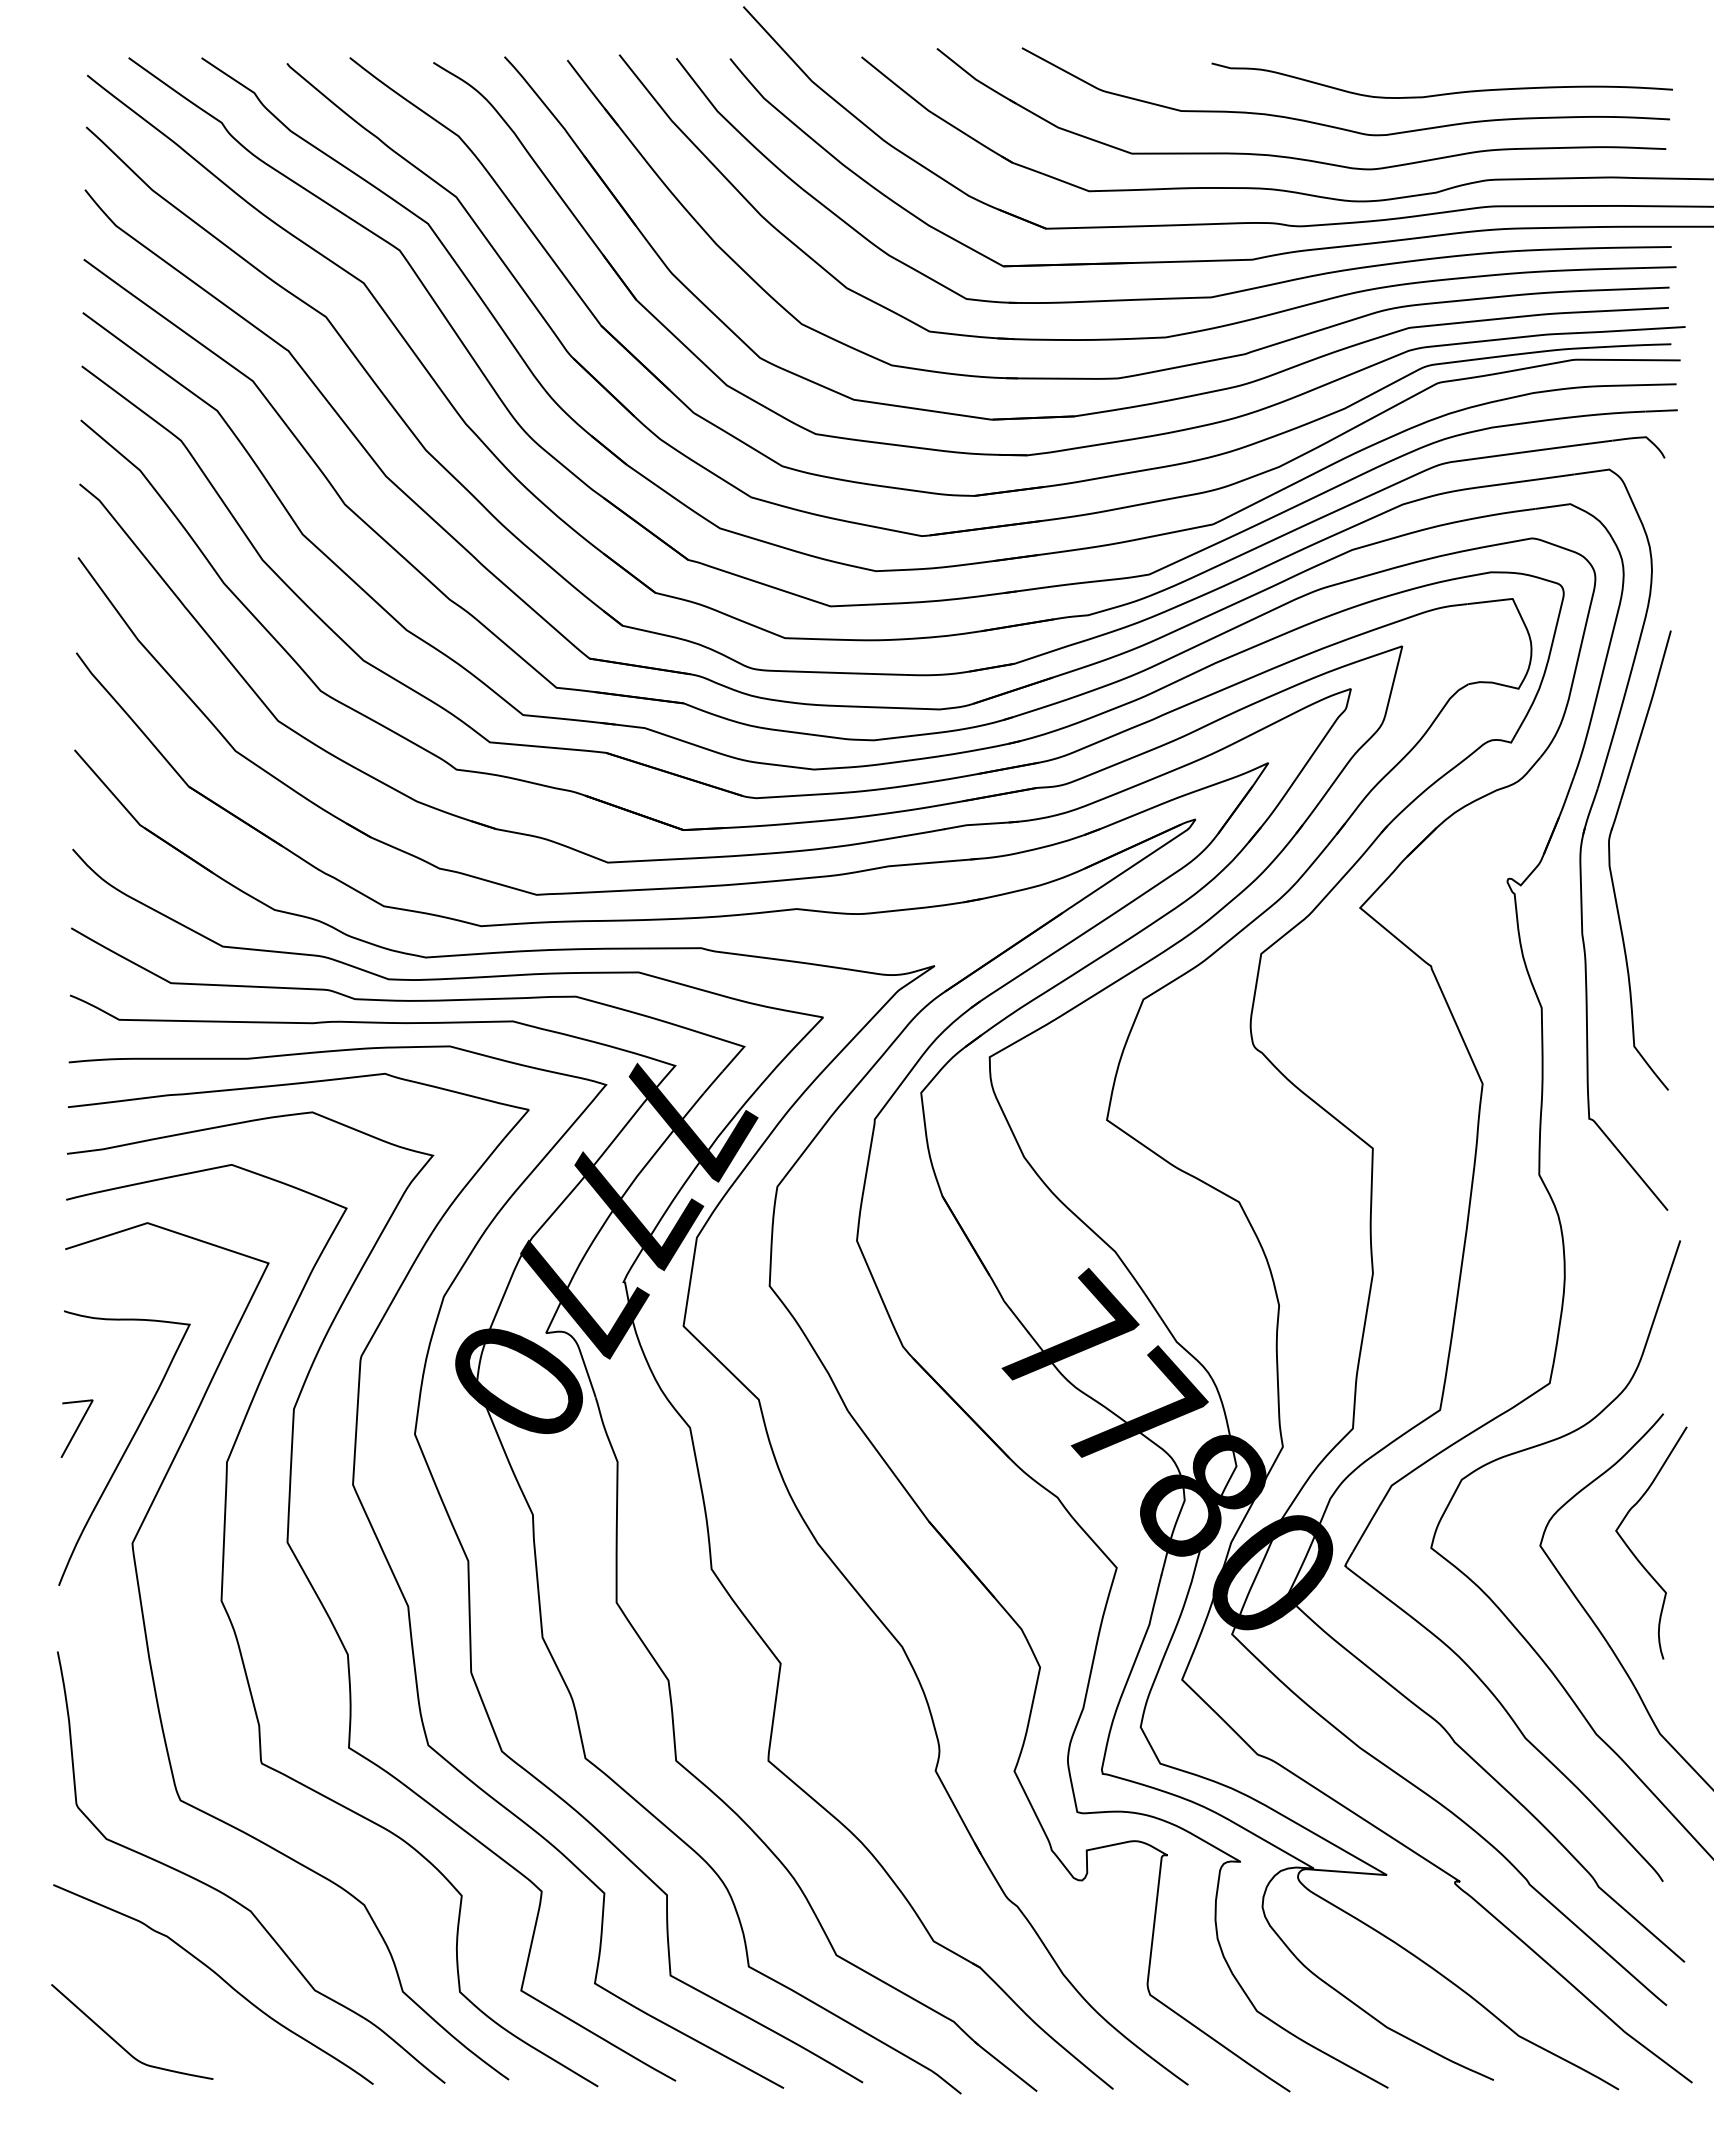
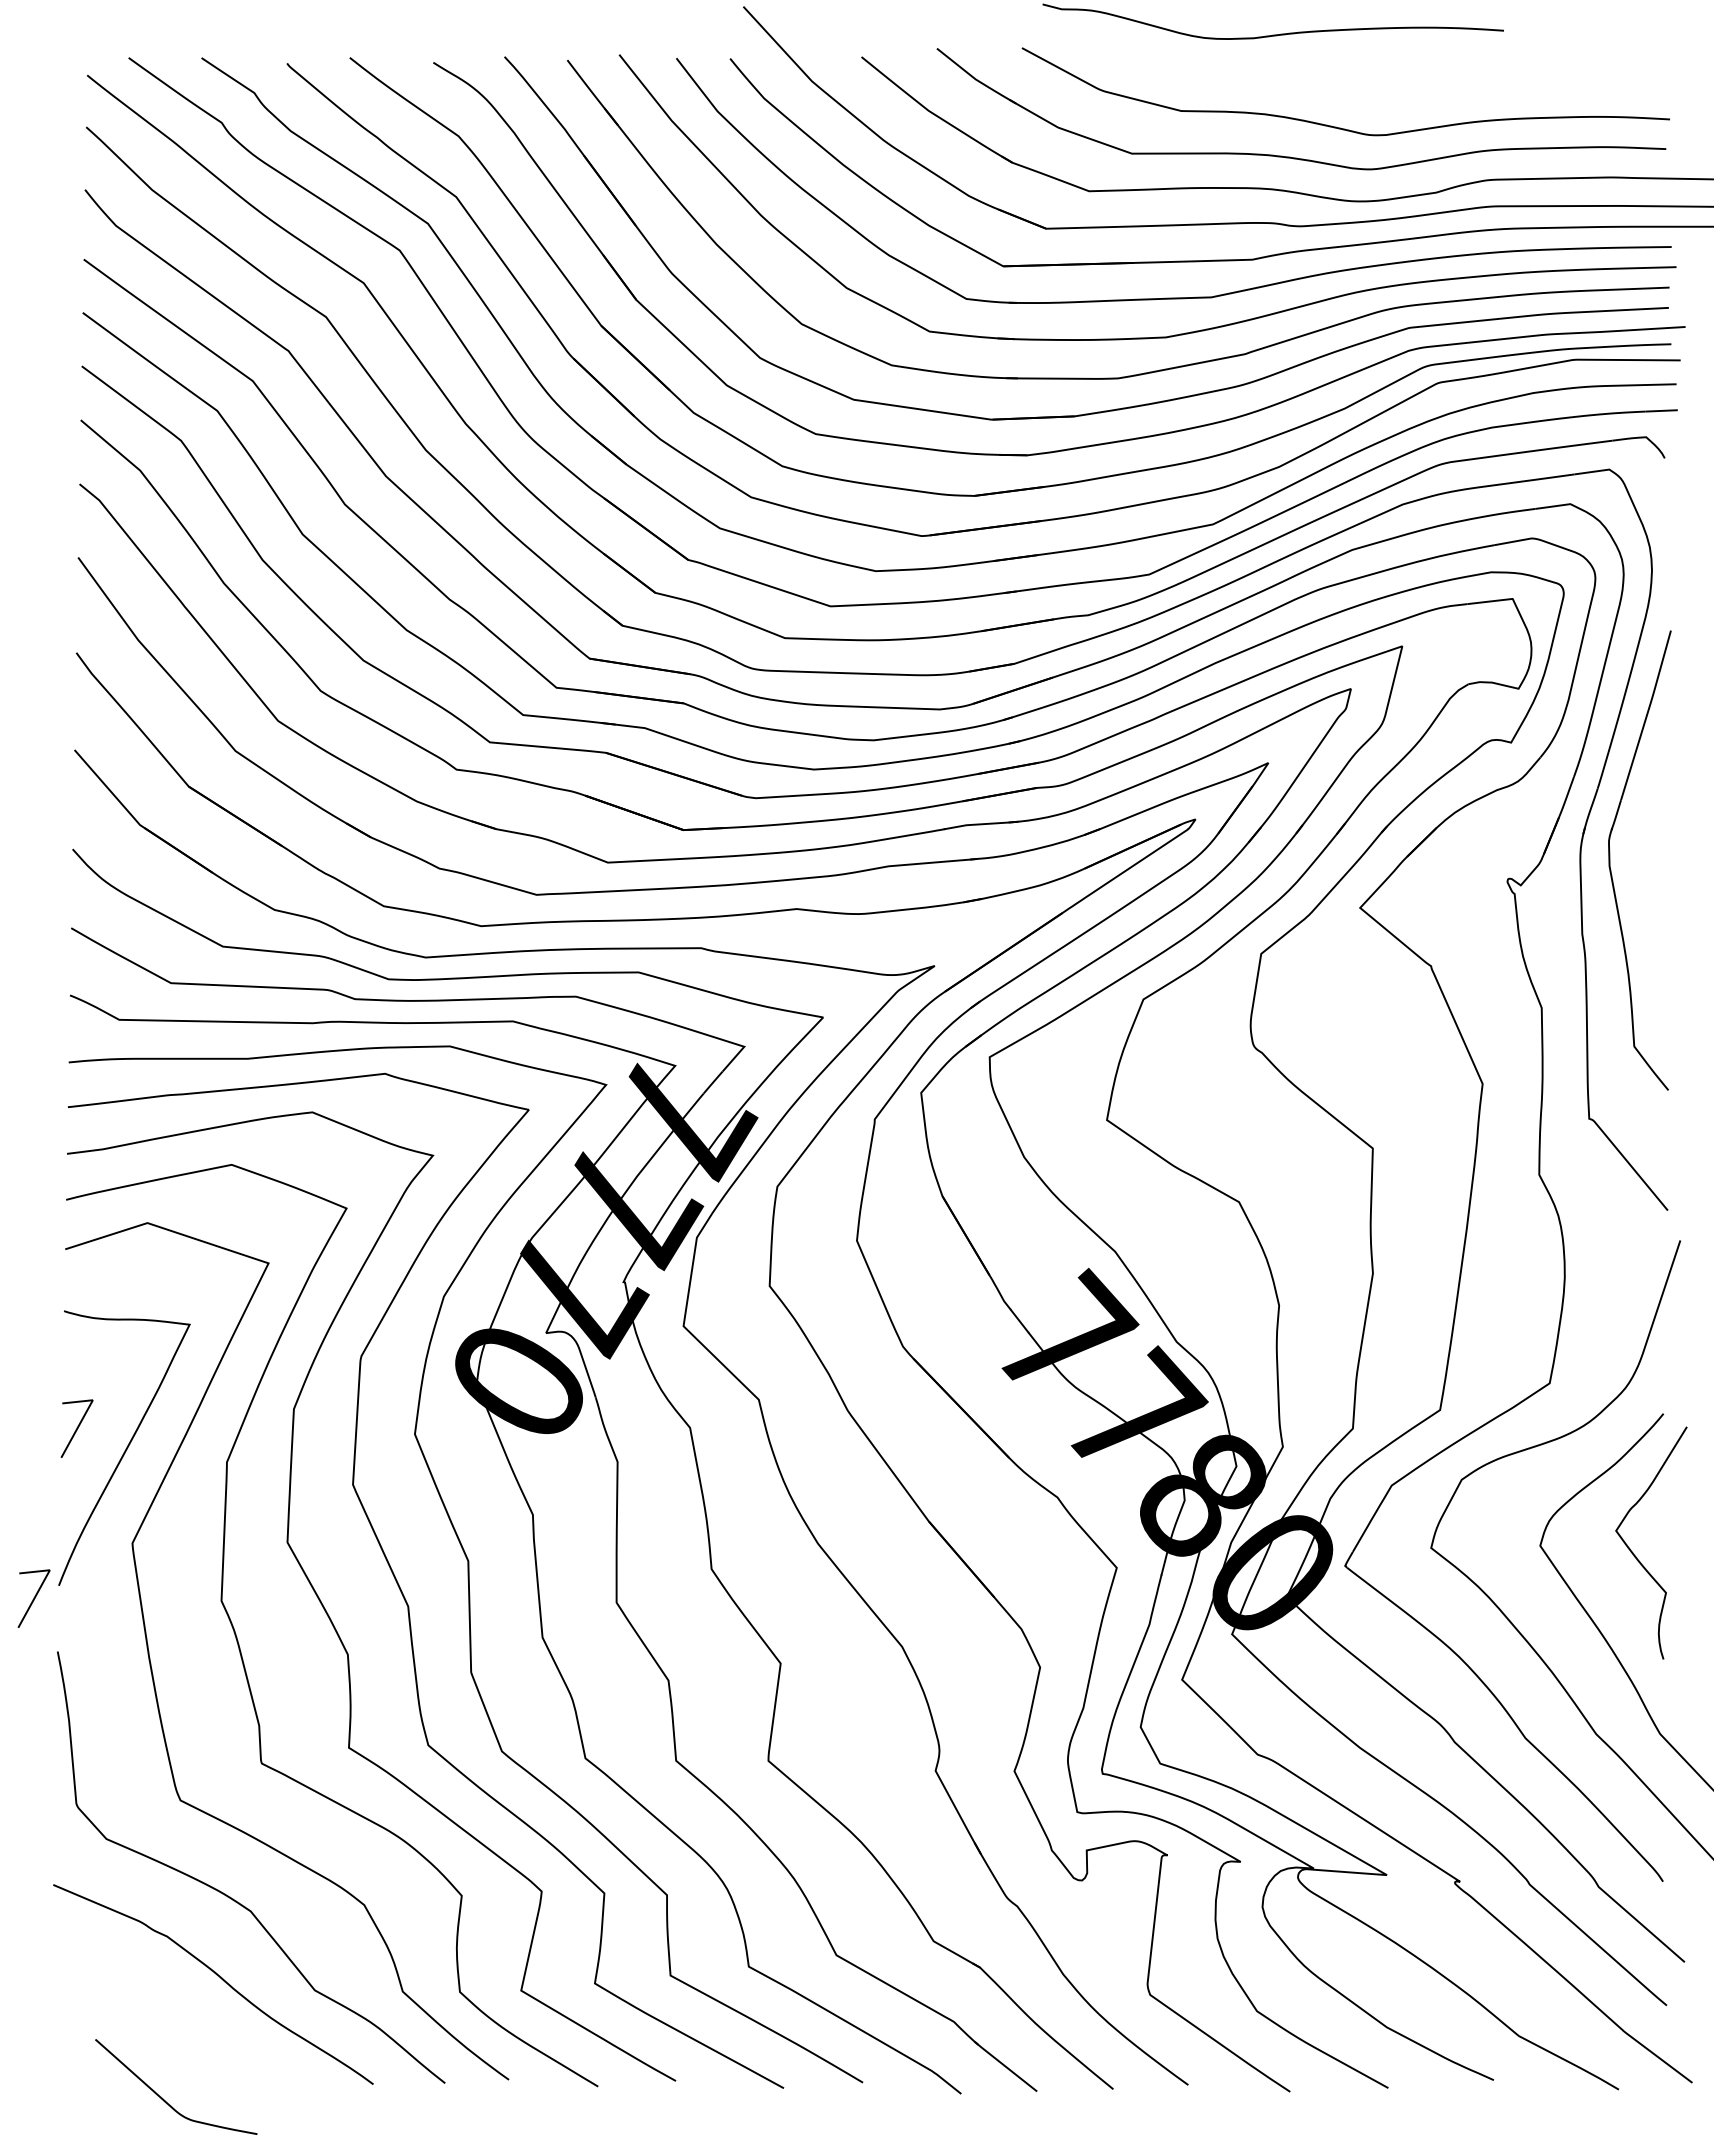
curve at (1441, 93) position: (1441, 93) -> (1272, 34)
line at (33, 1598): none -> present
curve at (119, 2043) position: (119, 2043) -> (163, 2098)
